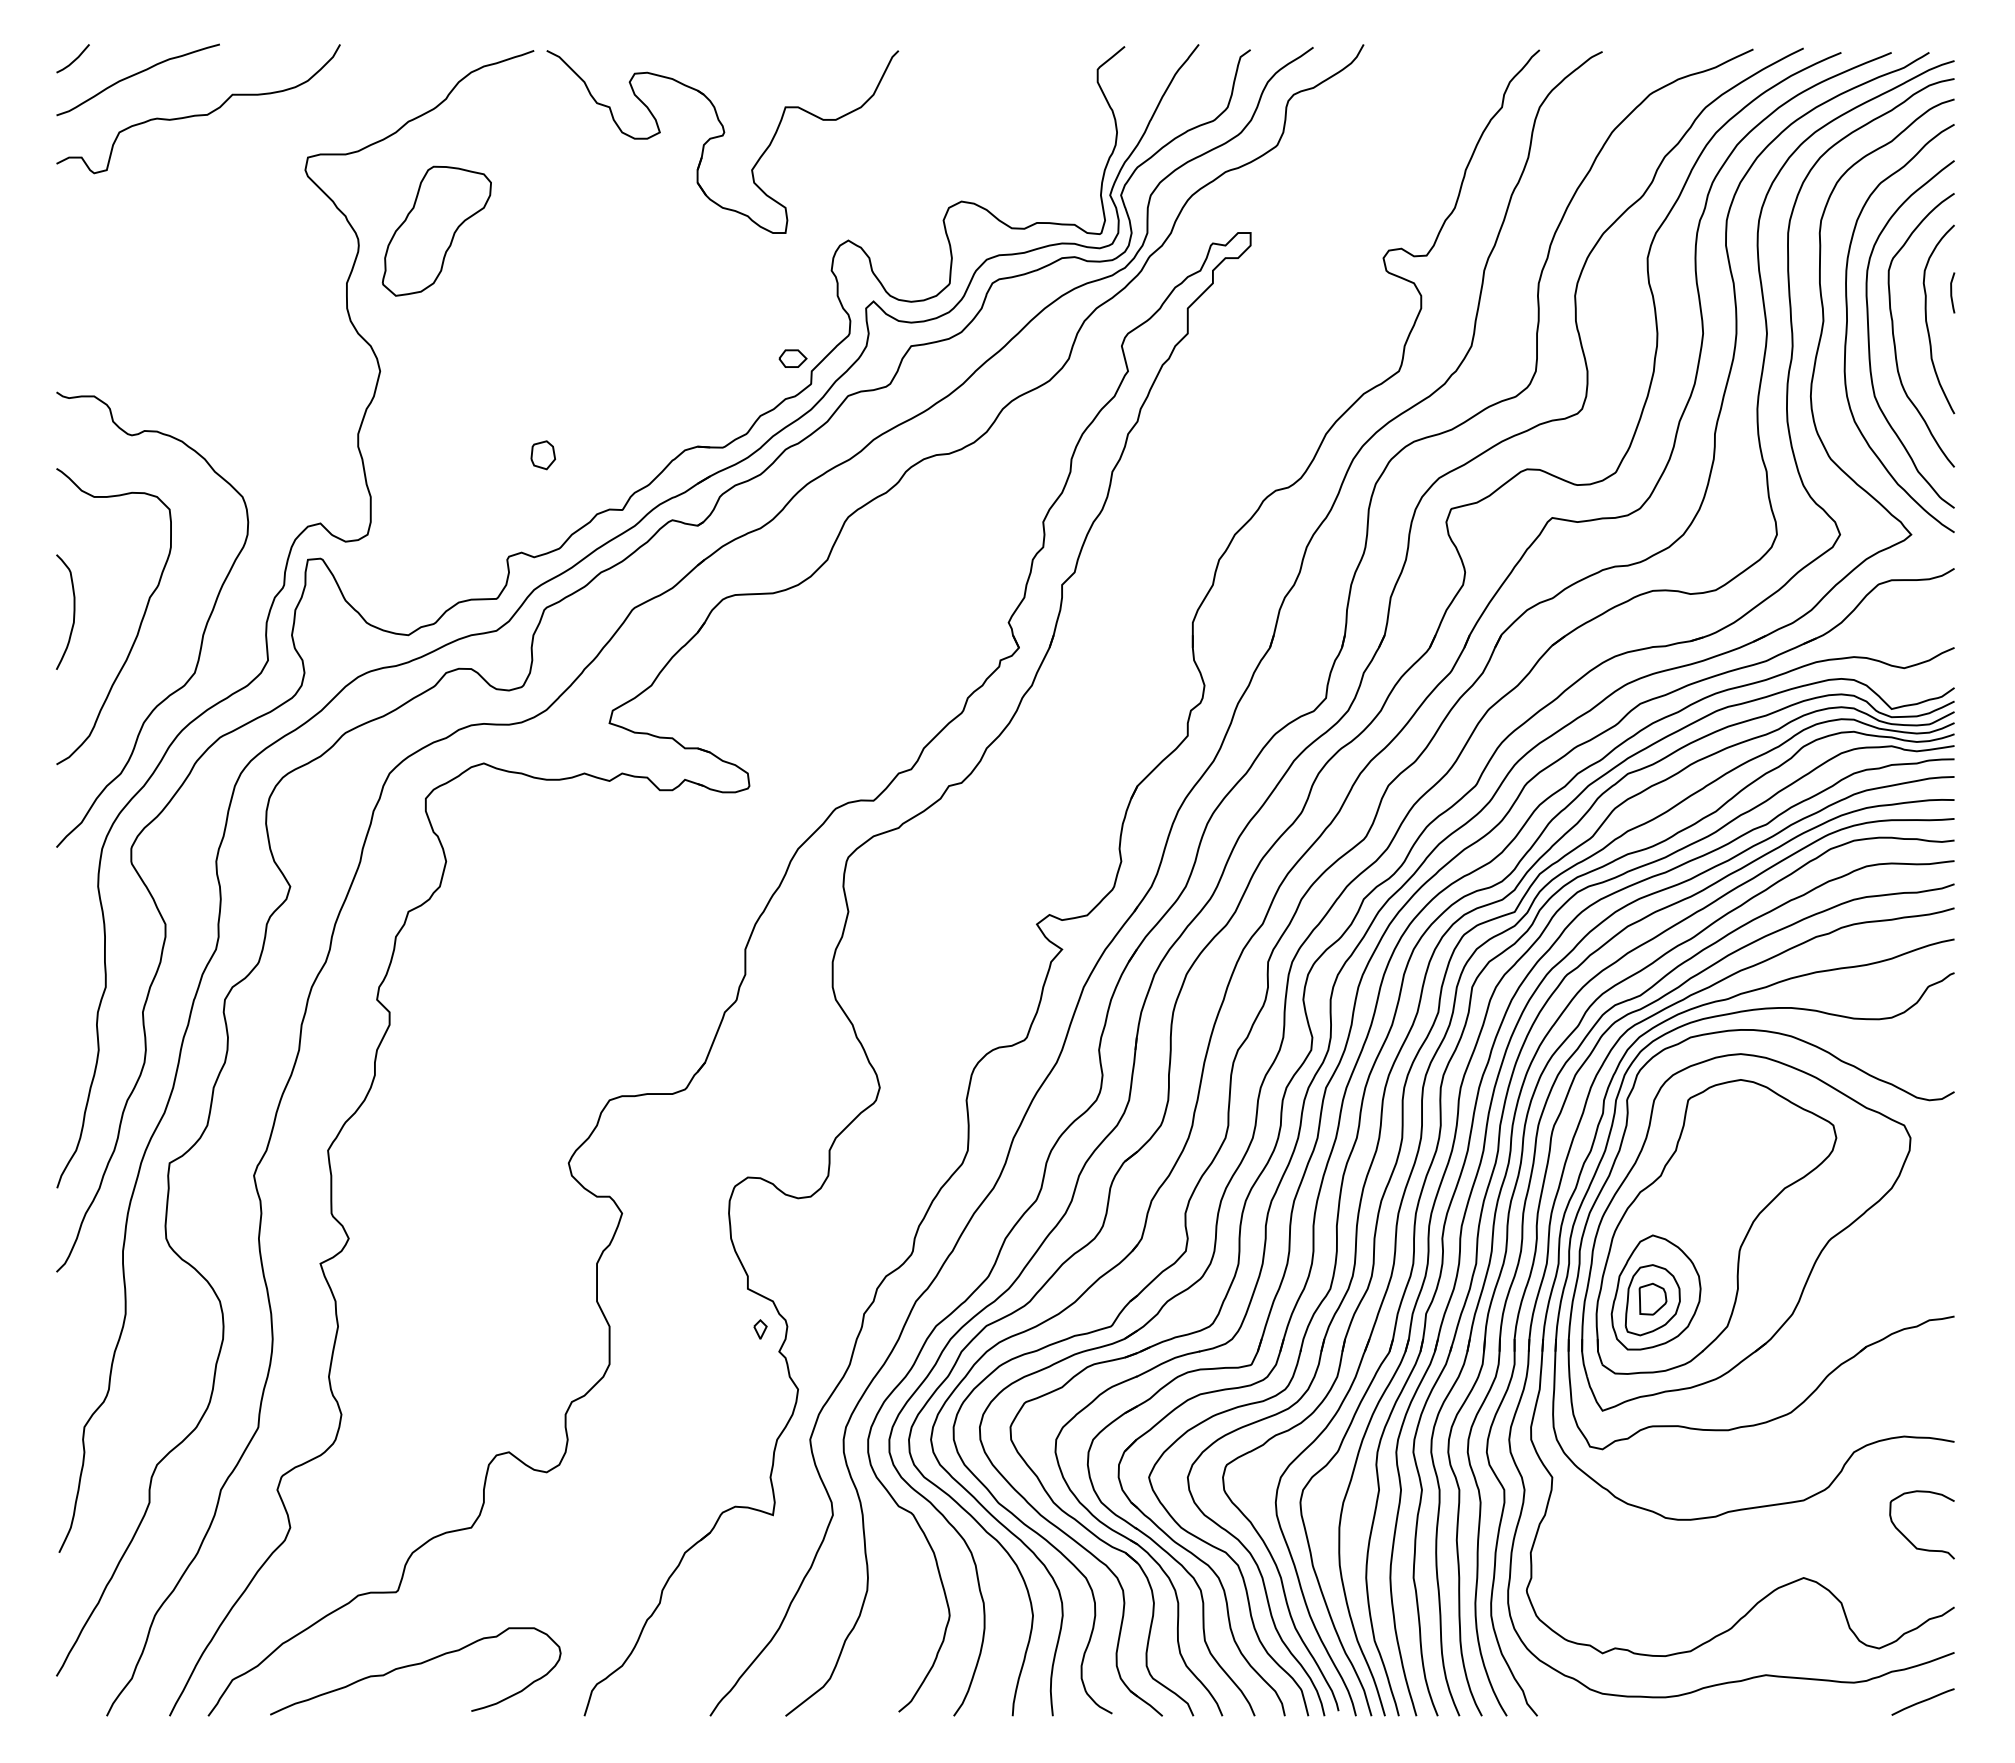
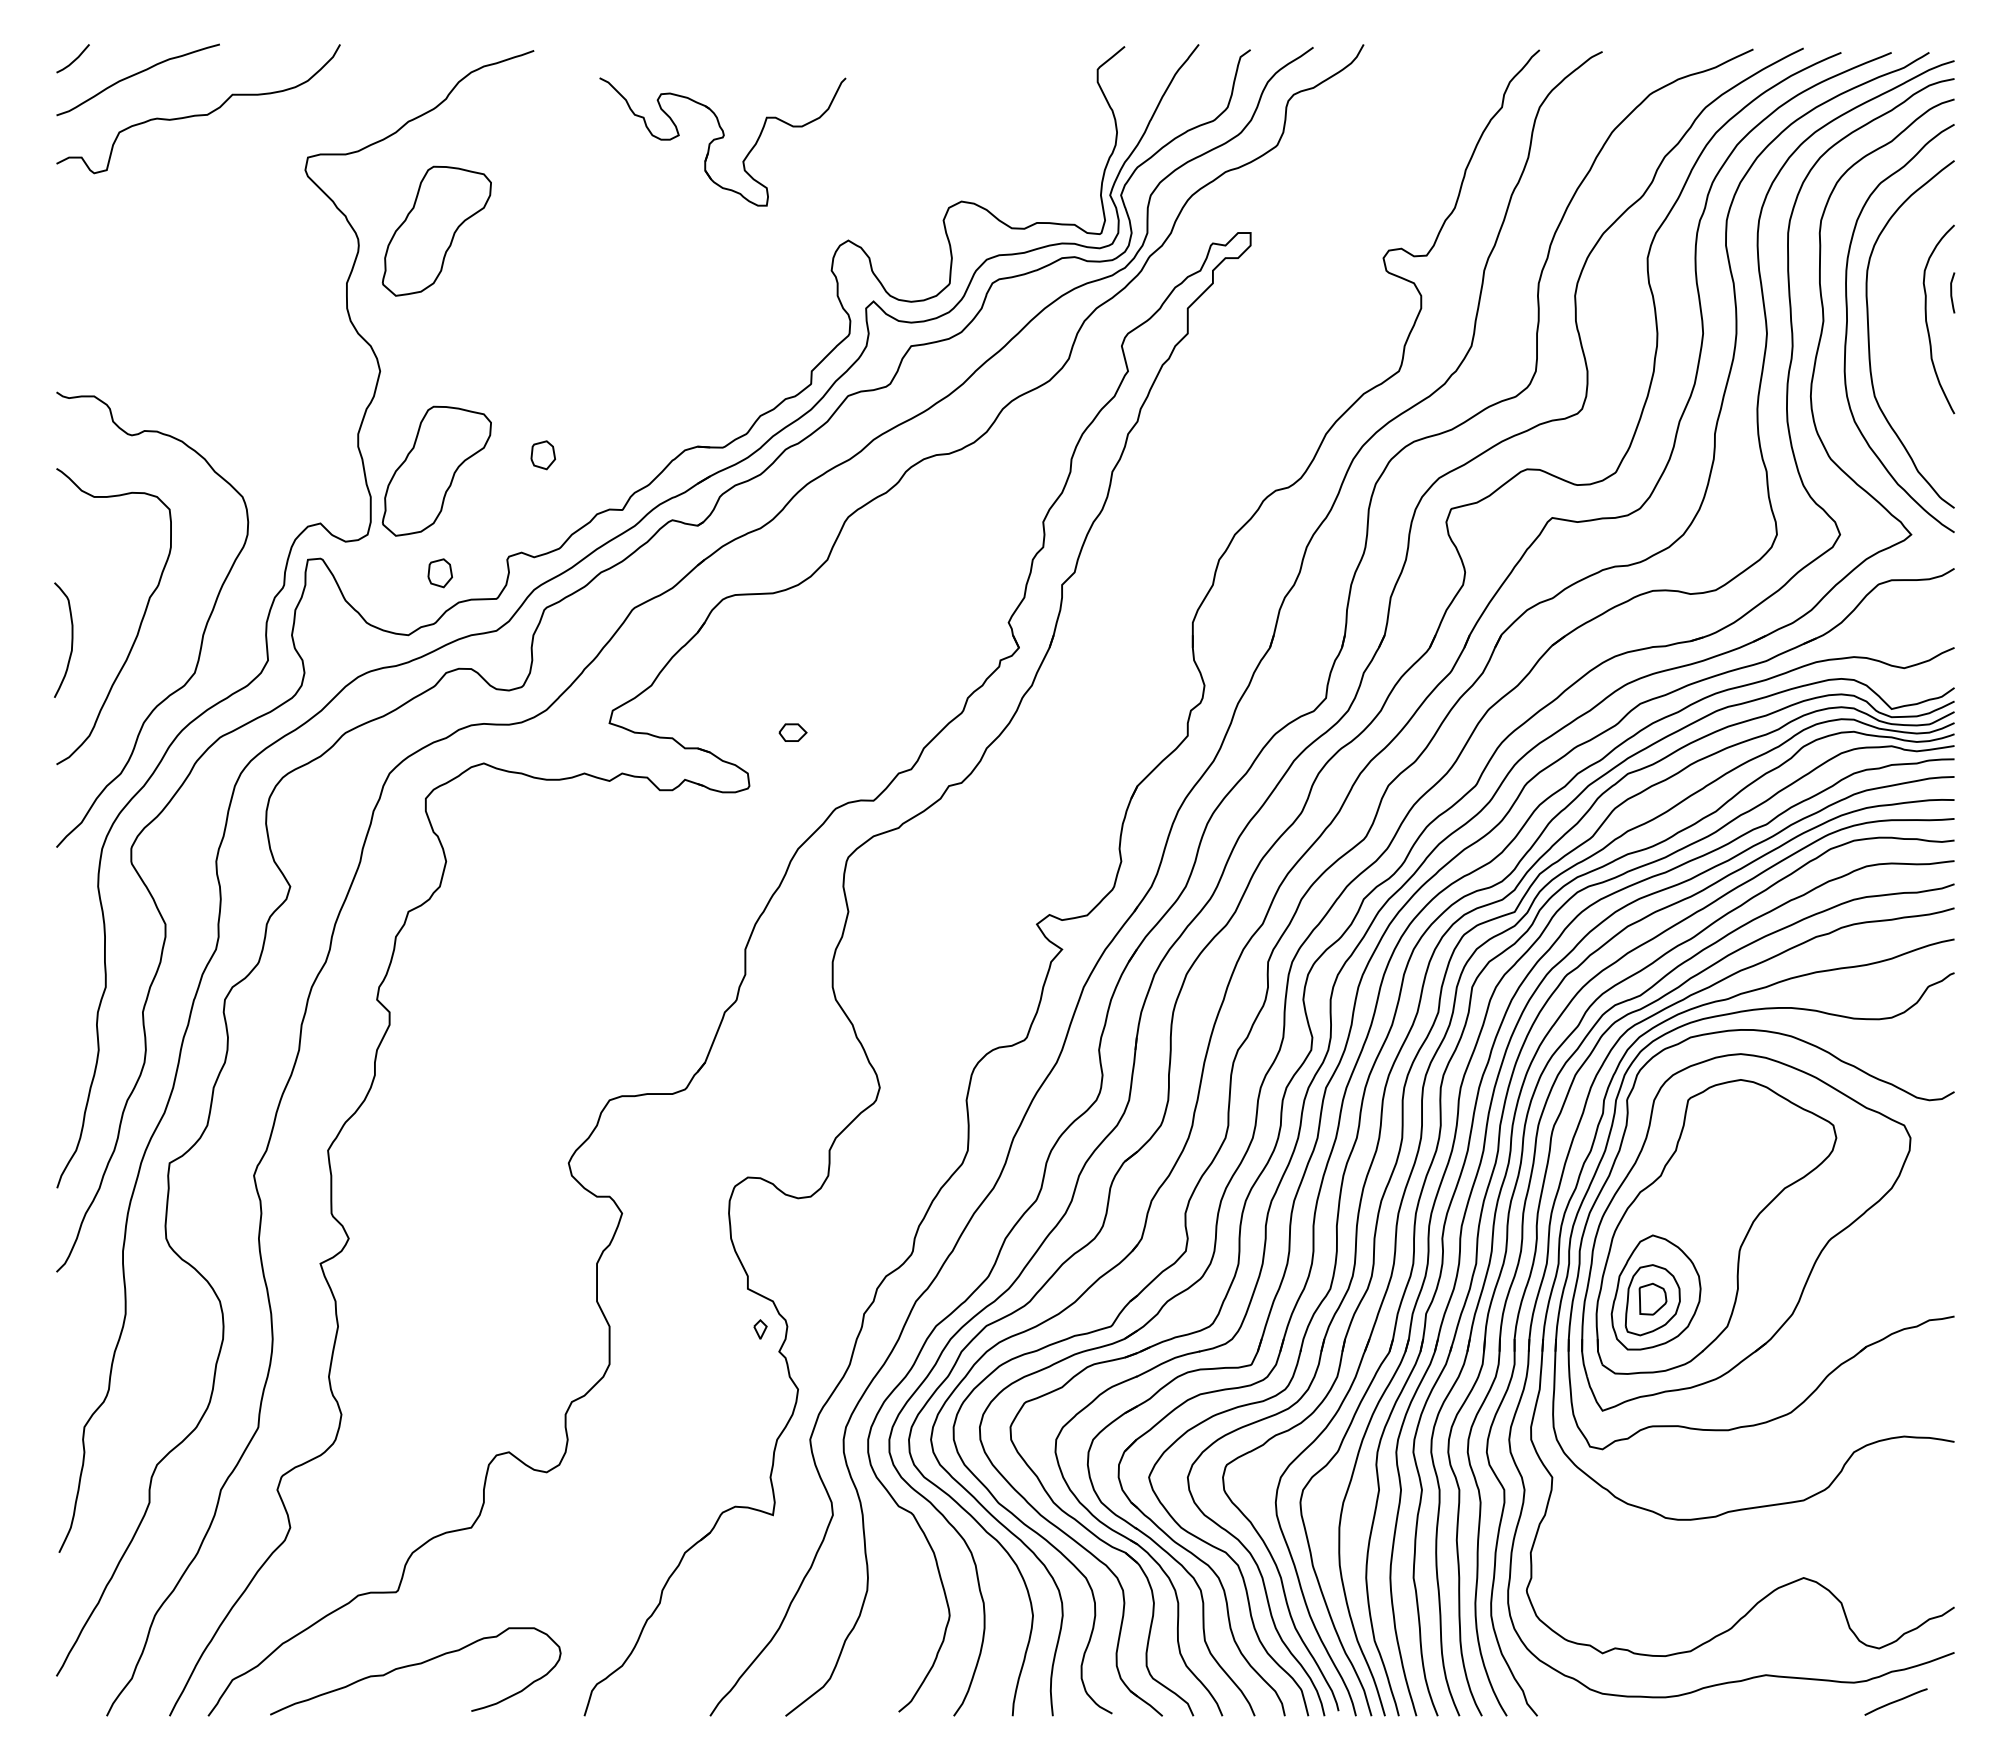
part at (722, 141) size: 354x184 px -> 248x130 px
curve at (1894, 334): present -> none
part at (792, 358) position: (792, 358) -> (792, 732)
part at (436, 470): none -> present
part at (439, 573): none -> present
curve at (73, 611) position: (73, 611) -> (71, 639)
curve at (1907, 1537): present -> none
line at (1922, 1701) position: (1922, 1701) -> (1895, 1701)
